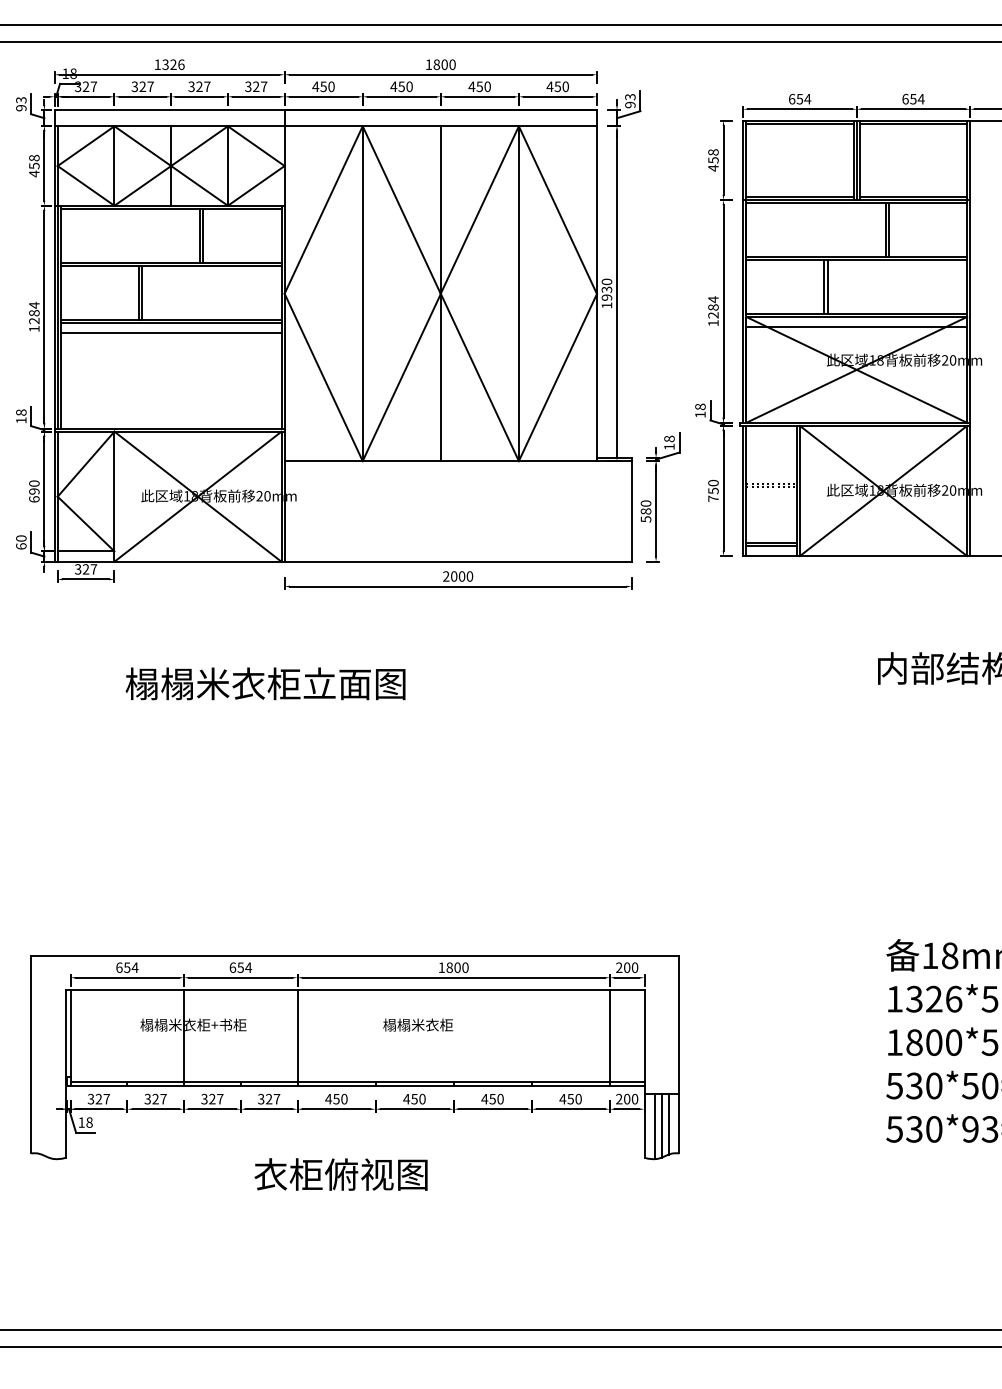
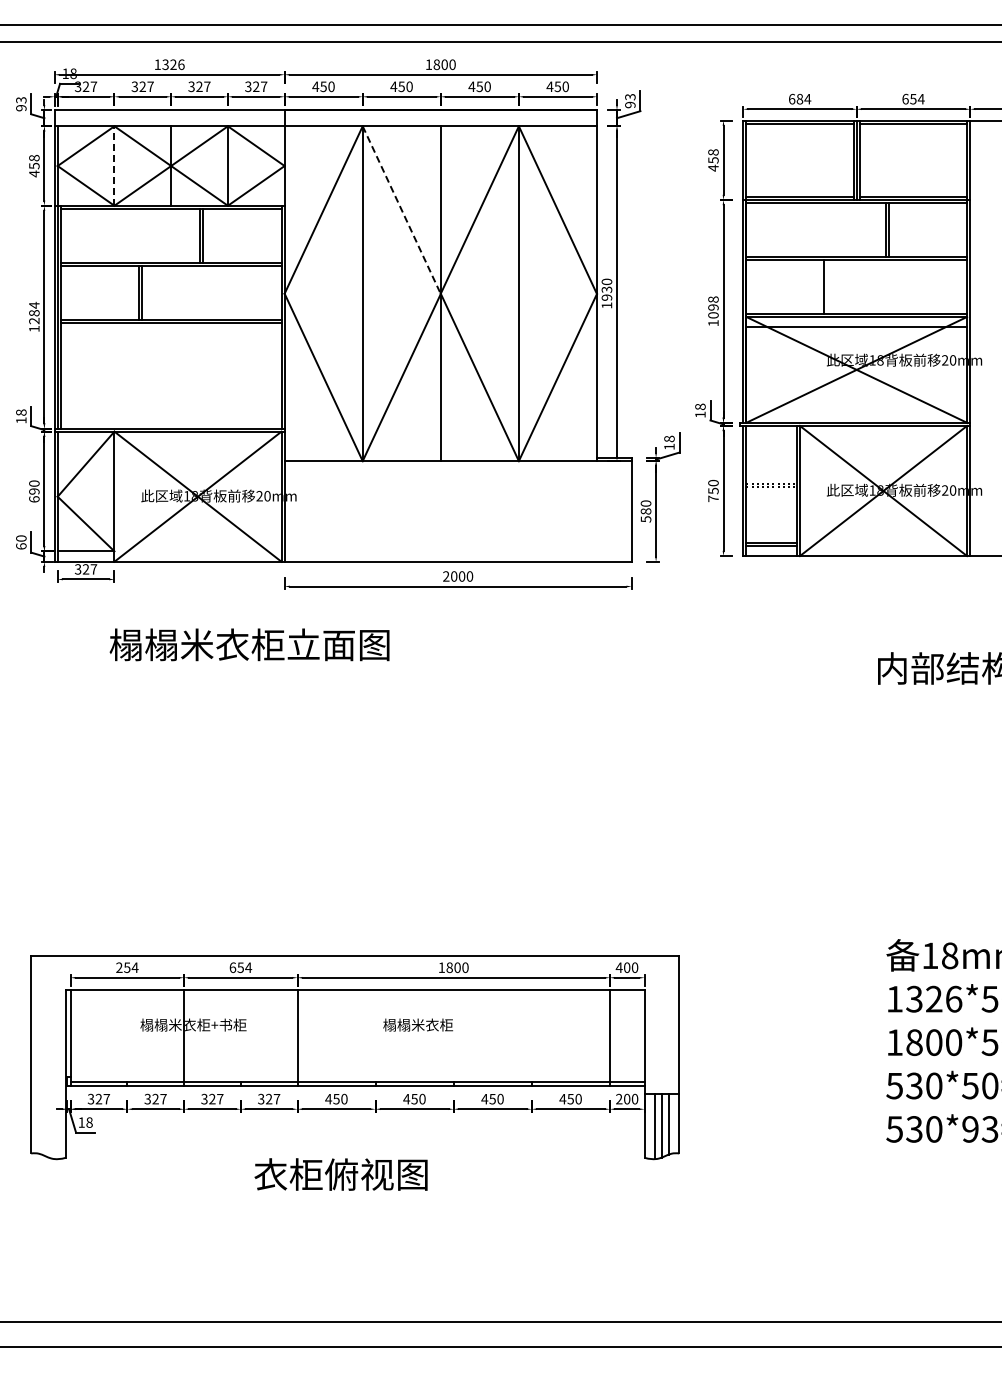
text at (799, 99): 654 -> 684
line at (114, 166): solid -> dashed
line at (401, 210): solid -> dashed
line at (827, 286): present -> none
text at (713, 307): 1284 -> 1098
line at (170, 333): present -> none
text at (265, 683) position: (265, 683) -> (249, 644)
text at (119, 967): 654 -> 254
text at (618, 967): 200 -> 400
line at (500, 1330) position: (500, 1330) -> (500, 1322)
